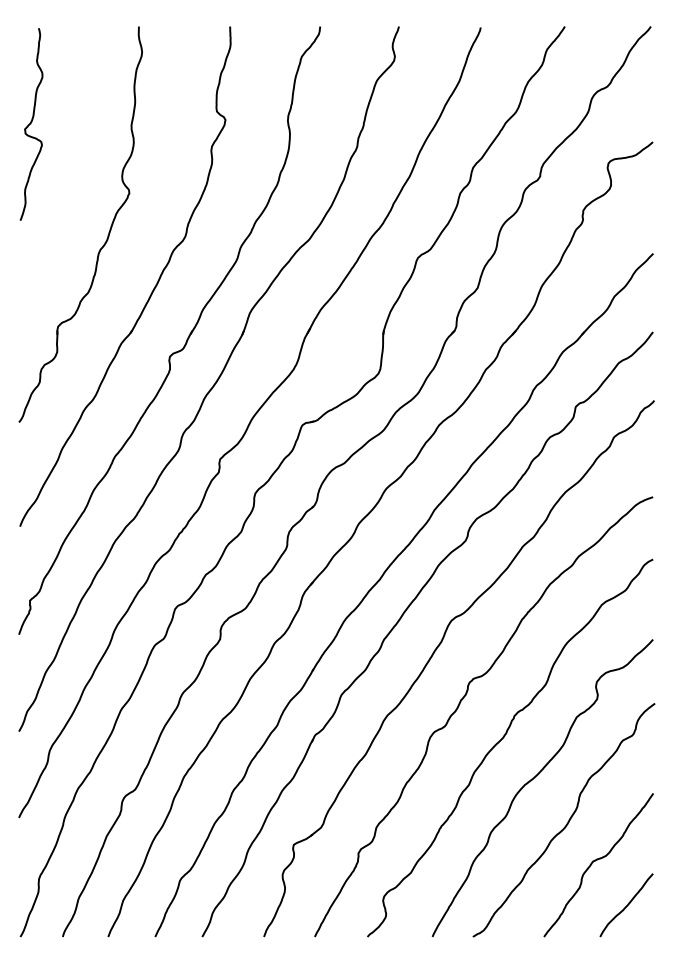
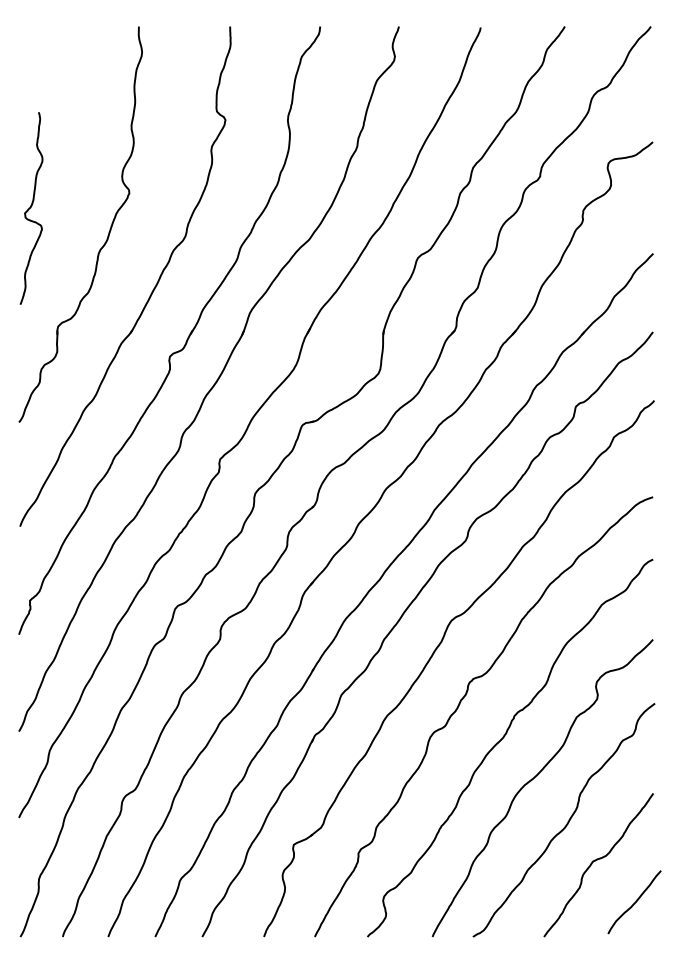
curve at (31, 123) position: (31, 123) -> (31, 207)
curve at (626, 905) position: (626, 905) -> (634, 902)
